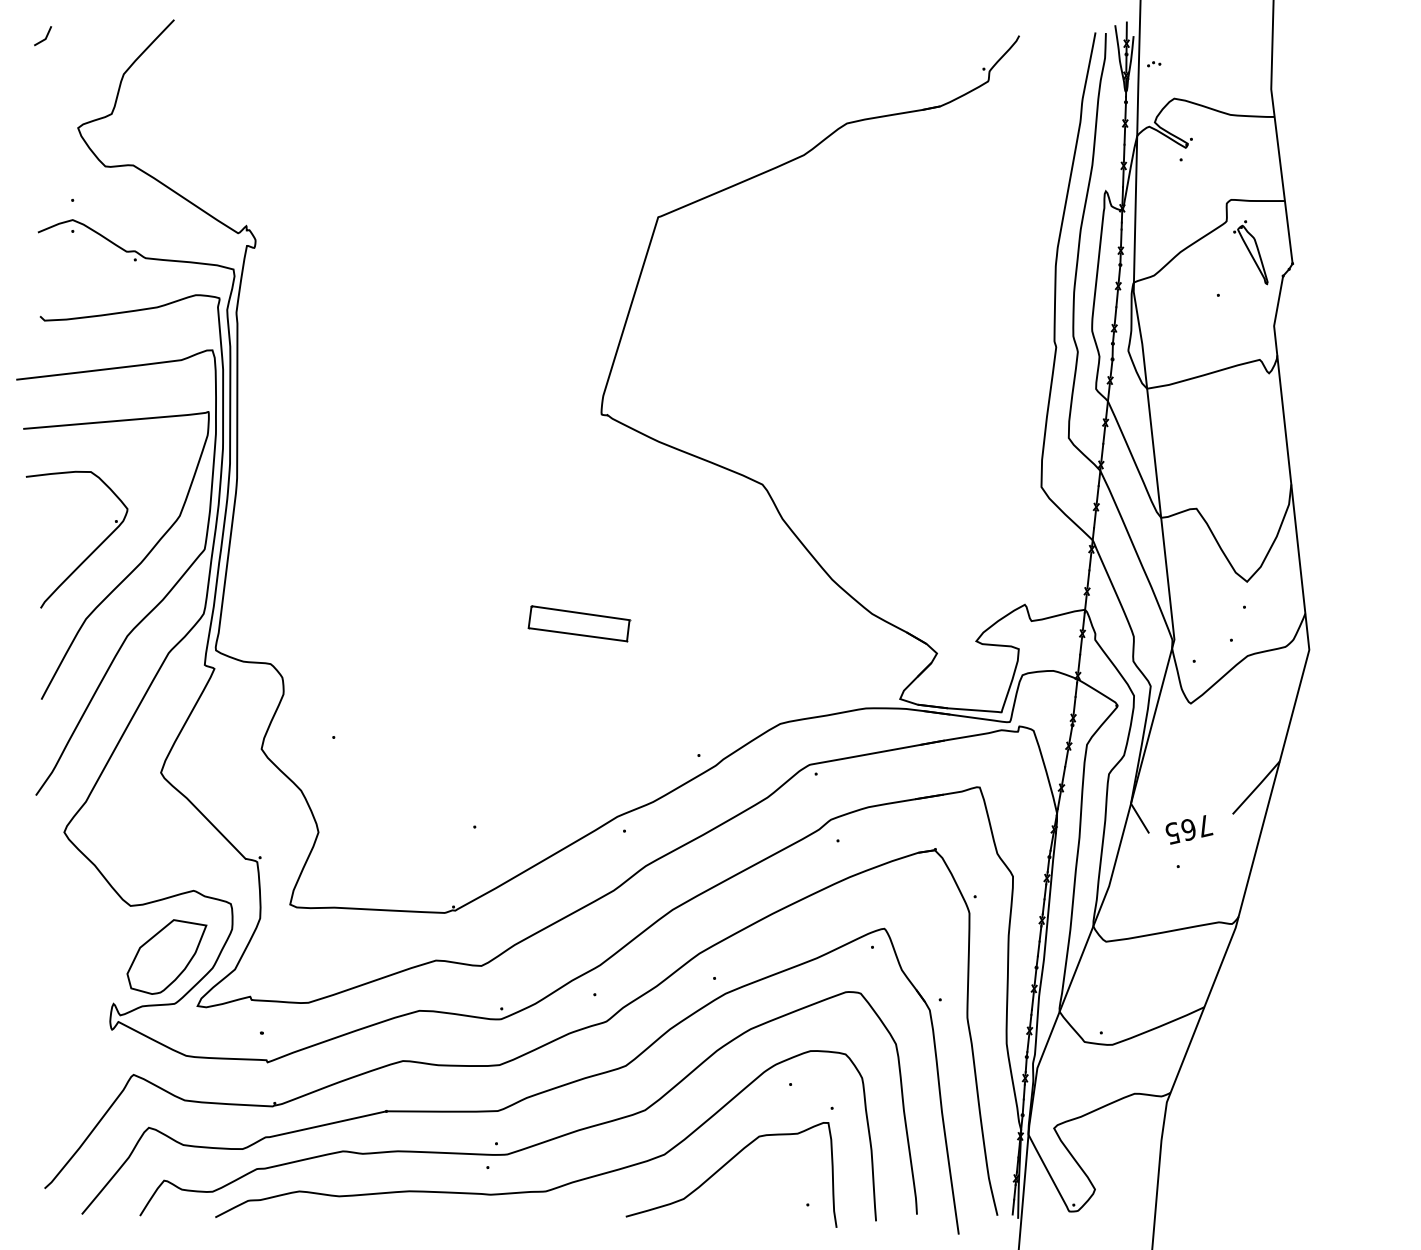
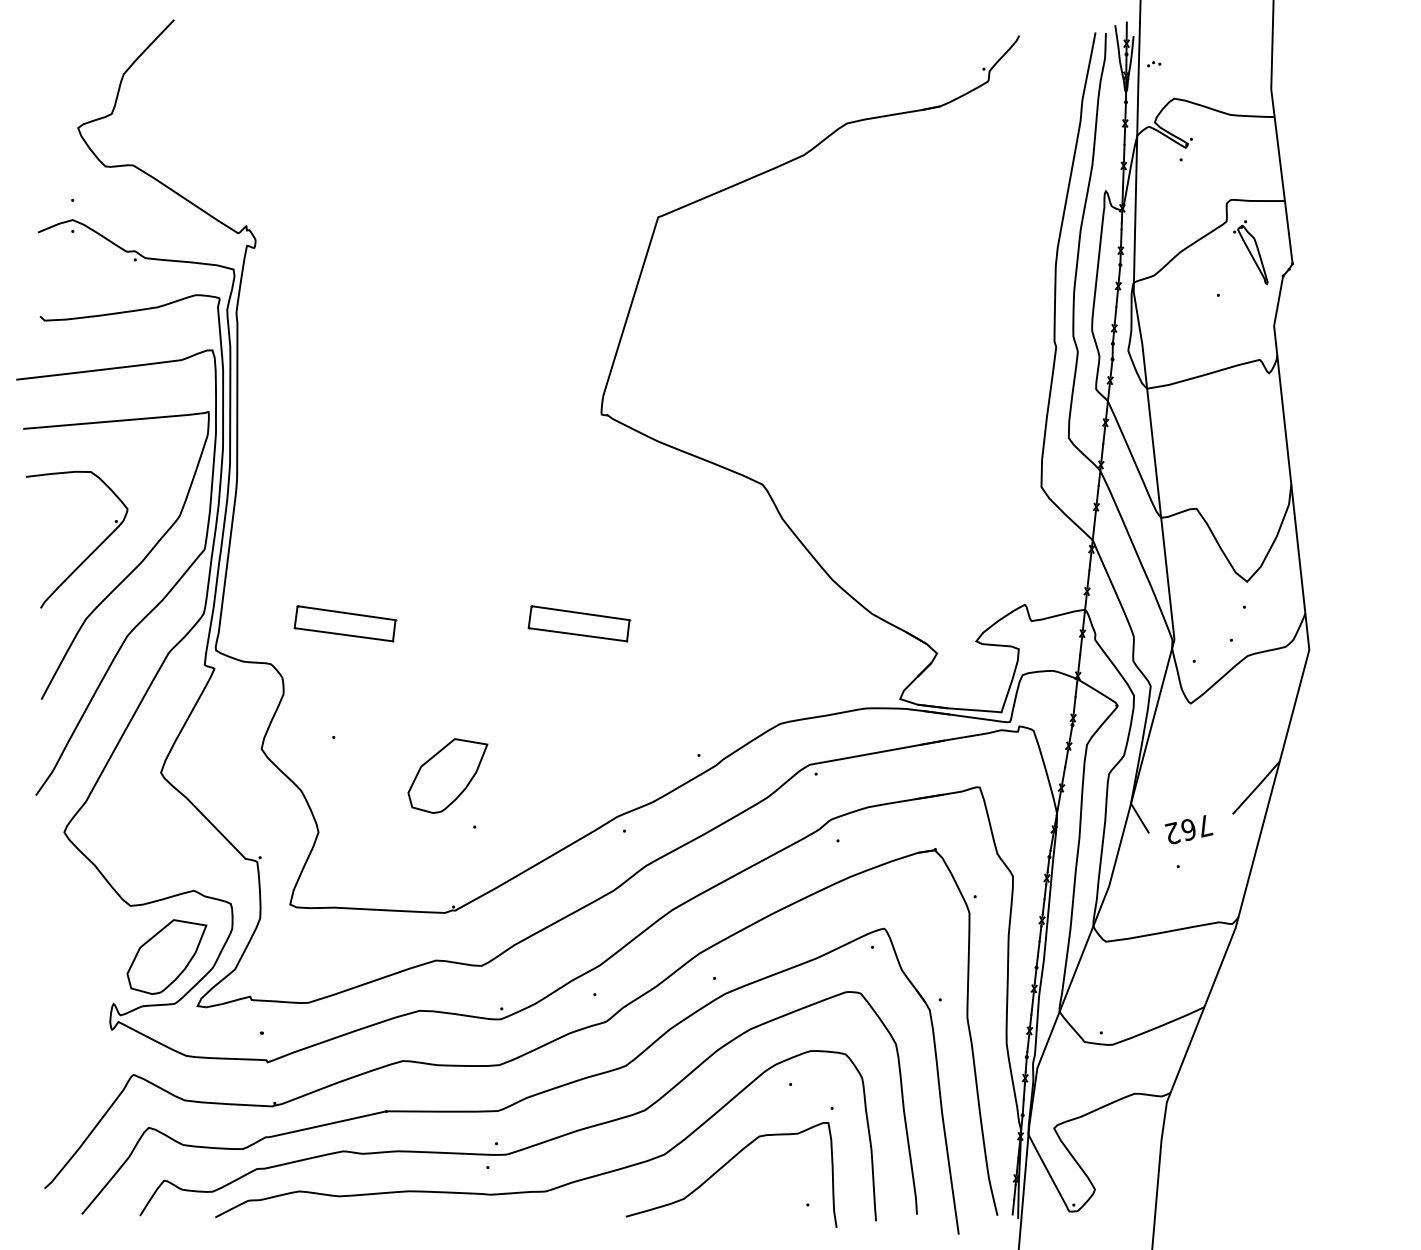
line at (45, 36): present -> none
part at (345, 623): none -> present
part at (447, 775): none -> present
text at (1172, 832): 765 -> 762
